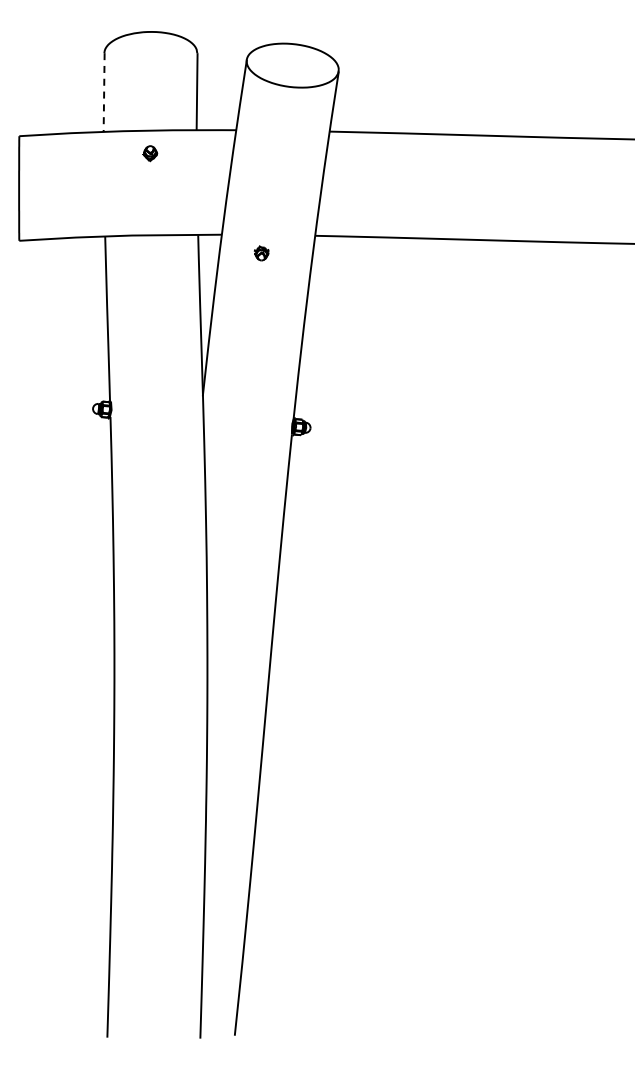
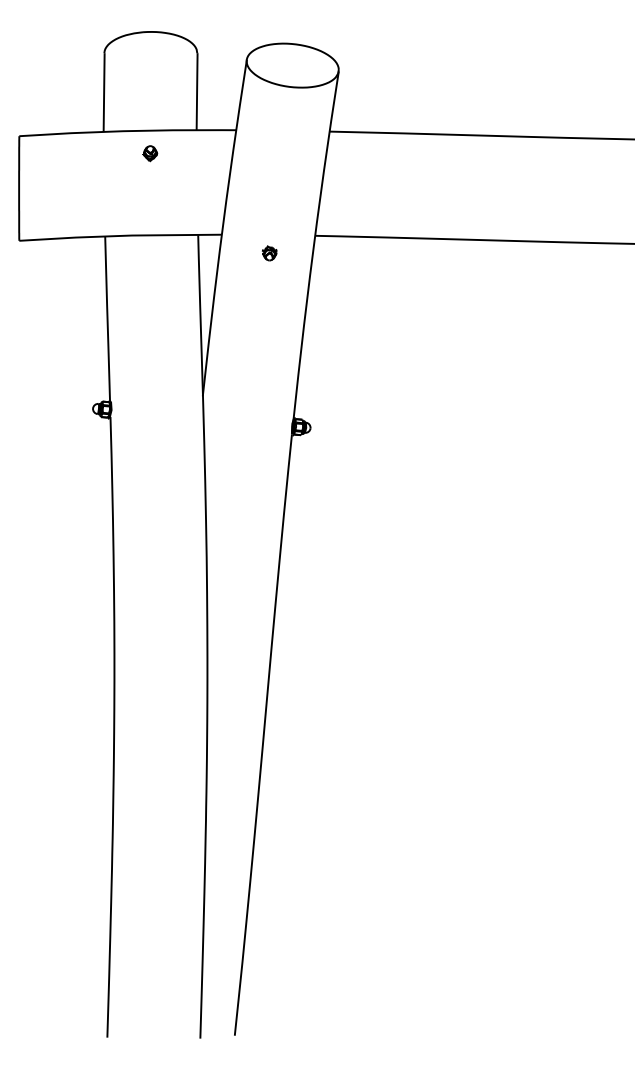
line at (104, 92): dashed -> solid
part at (261, 253) position: (261, 253) -> (269, 253)
